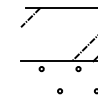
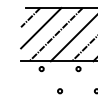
line at (41, 28): none -> present
line at (55, 34): none -> present
line at (72, 39): none -> present
